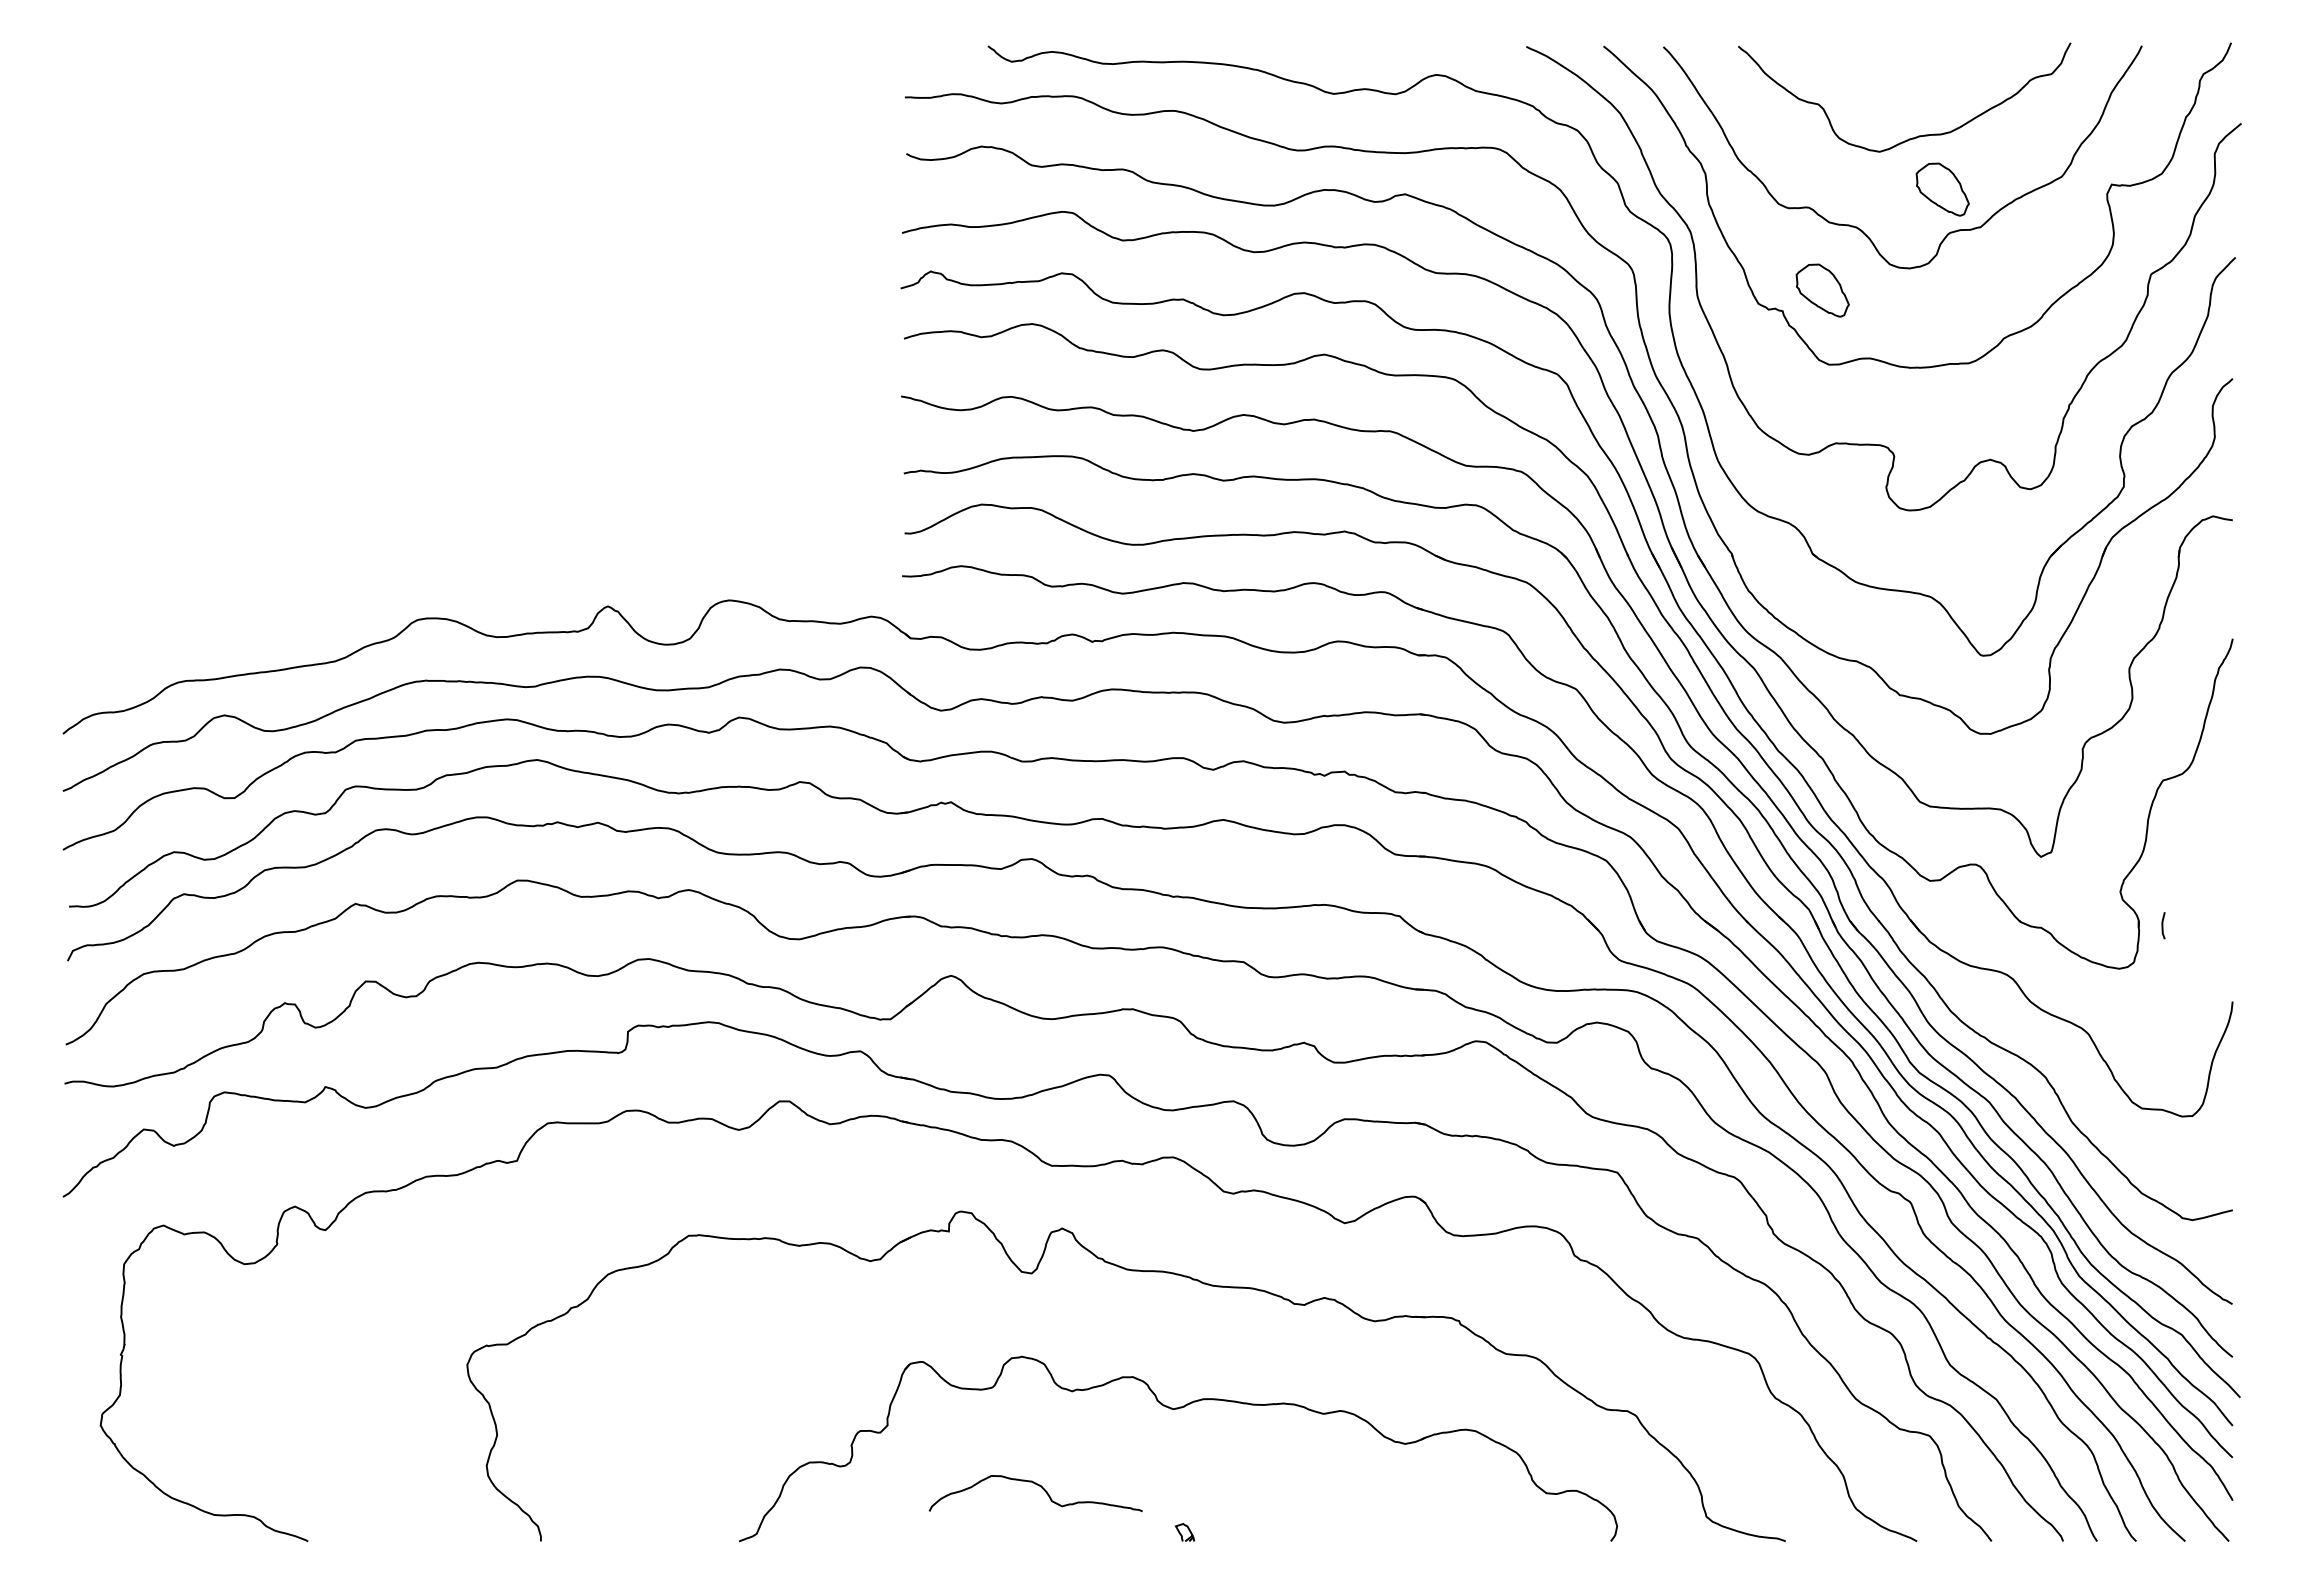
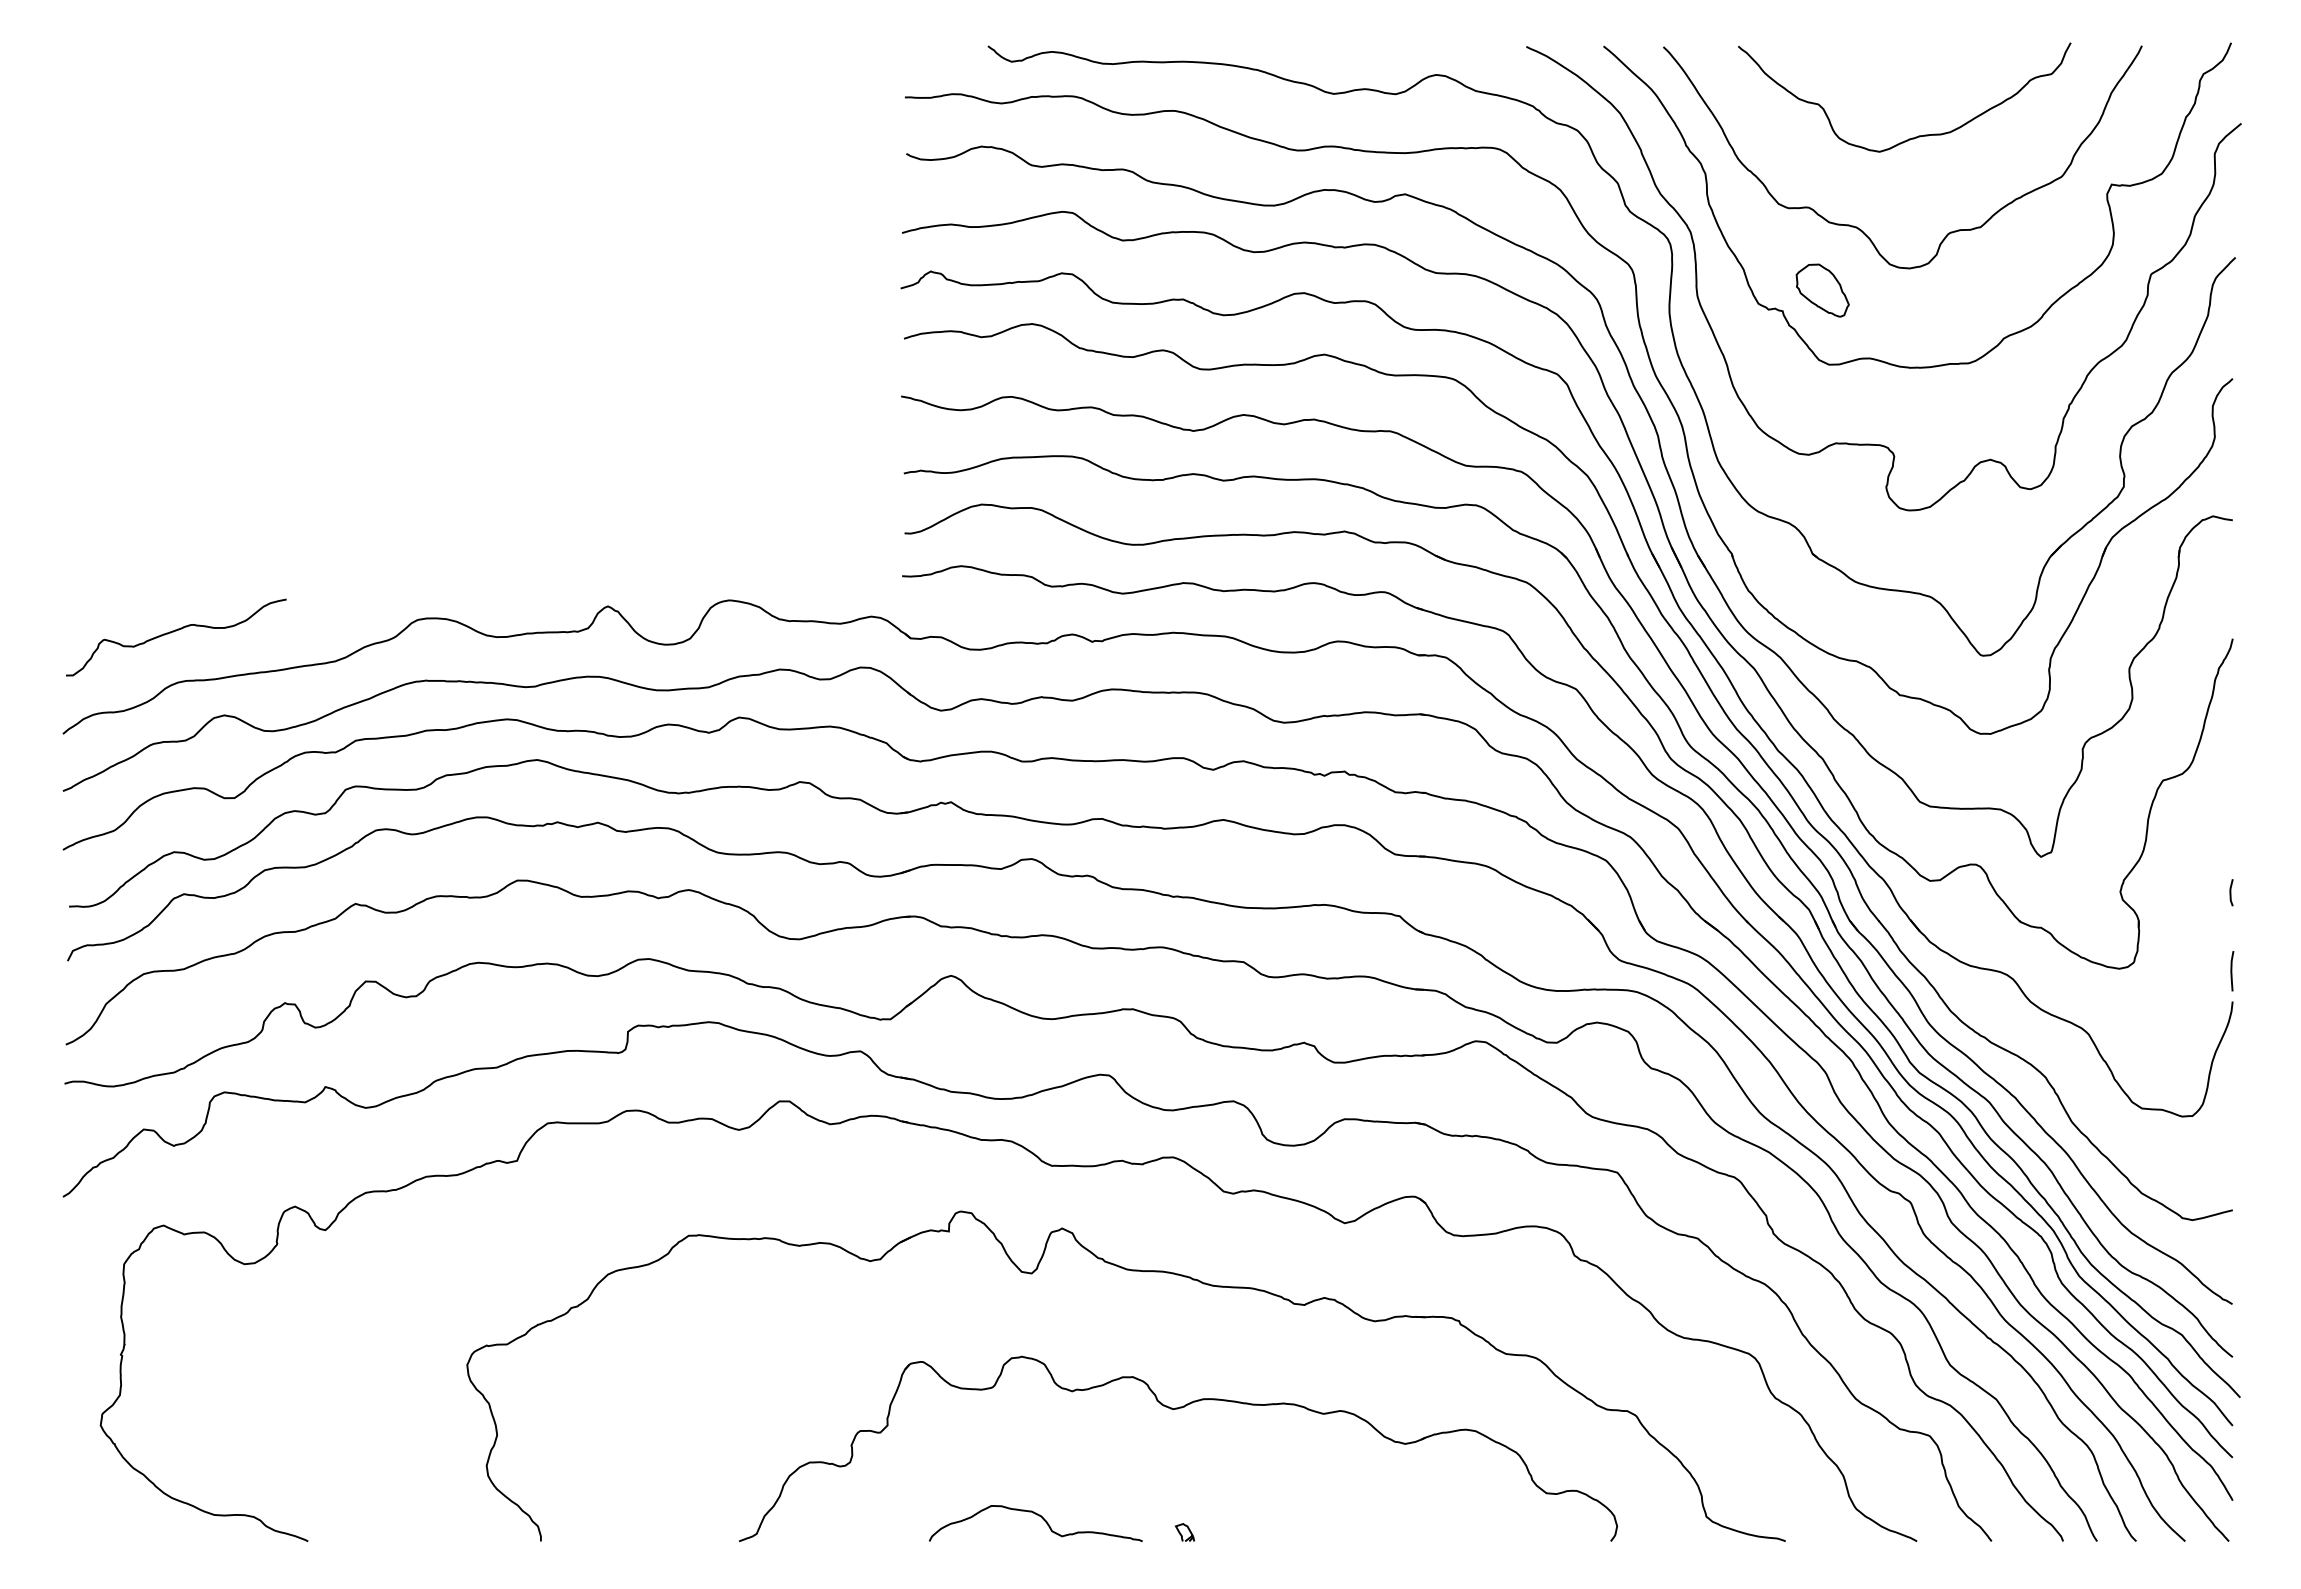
part at (1942, 189): present -> none
curve at (173, 632): none -> present
curve at (2163, 925) position: (2163, 925) -> (2231, 892)
line at (2232, 971): none -> present
curve at (1040, 1487) position: (1040, 1487) -> (1040, 1517)
